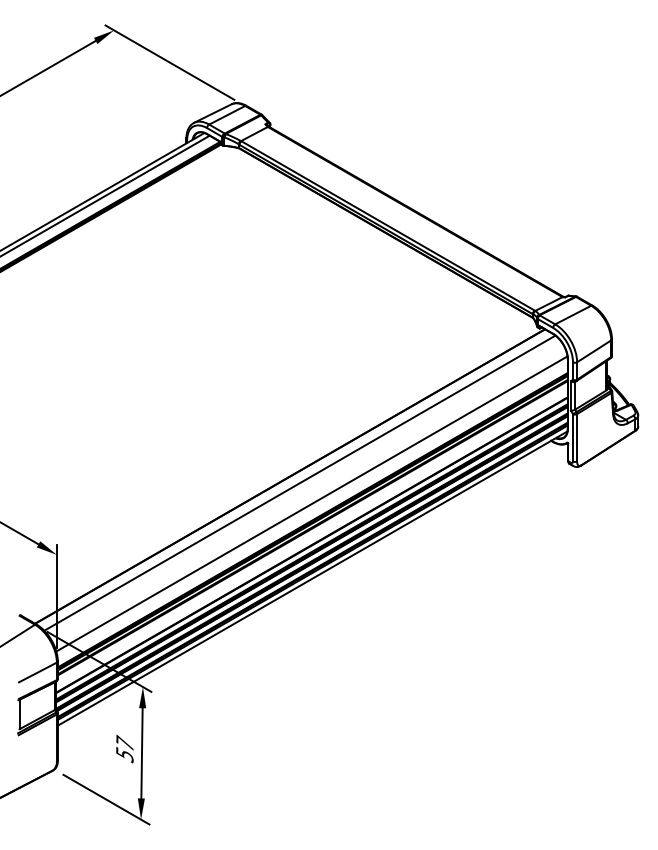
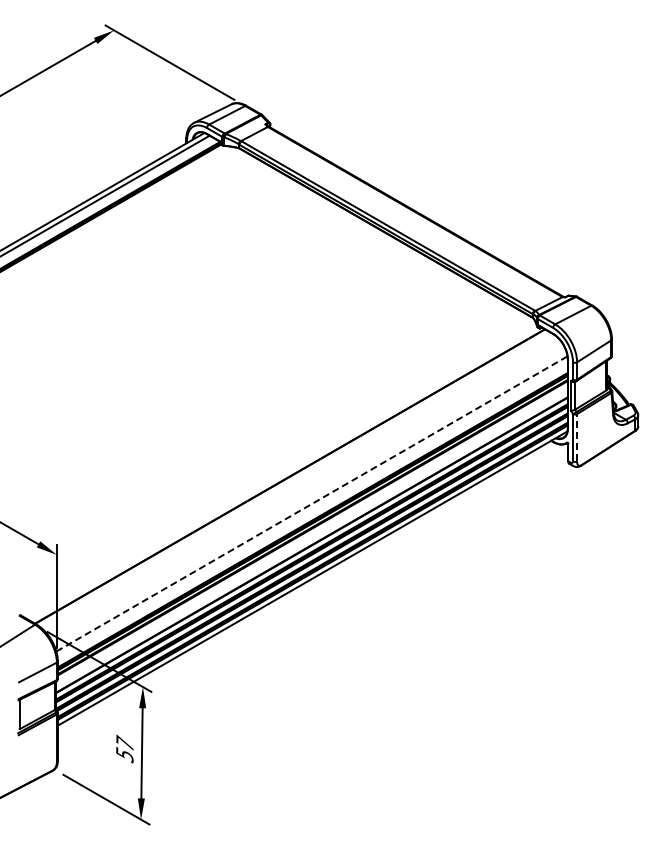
line at (577, 437): solid -> dashed
line at (299, 482): present -> none
line at (312, 503): solid -> dashed
